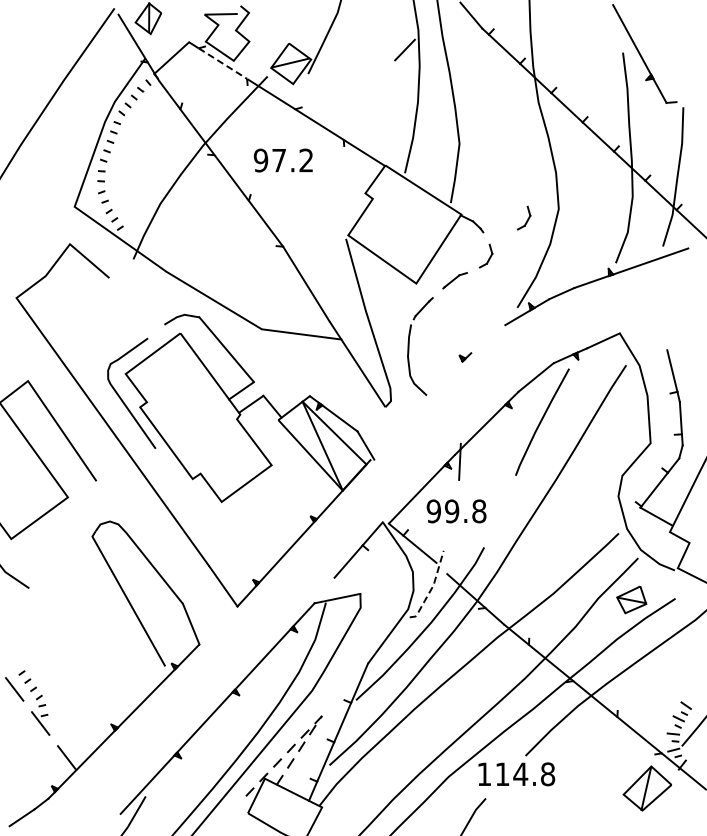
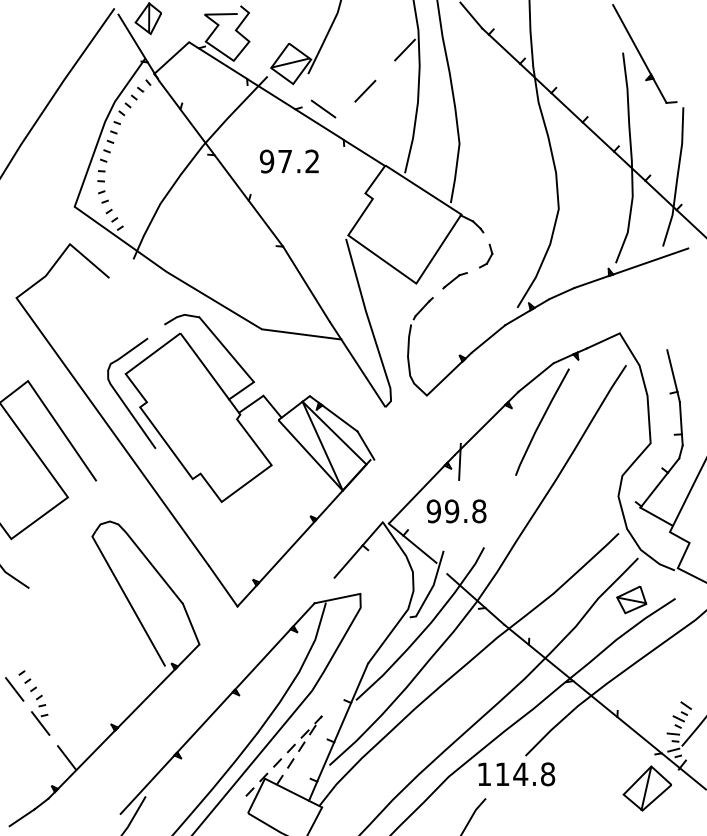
line at (222, 63): dashed -> solid
line at (365, 90): none -> present
line at (323, 108): none -> present
text at (282, 160) position: (282, 160) -> (288, 161)
part at (524, 217): present -> none
line at (488, 338): none -> present
line at (443, 378): none -> present
line at (432, 587): dashed -> solid
